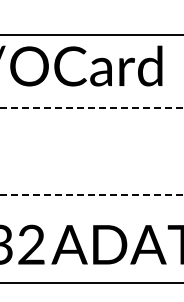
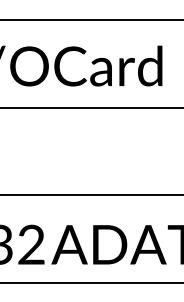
line at (91, 35) position: (91, 35) -> (91, 20)
line at (92, 107): dashed -> solid
line at (92, 195): dashed -> solid
